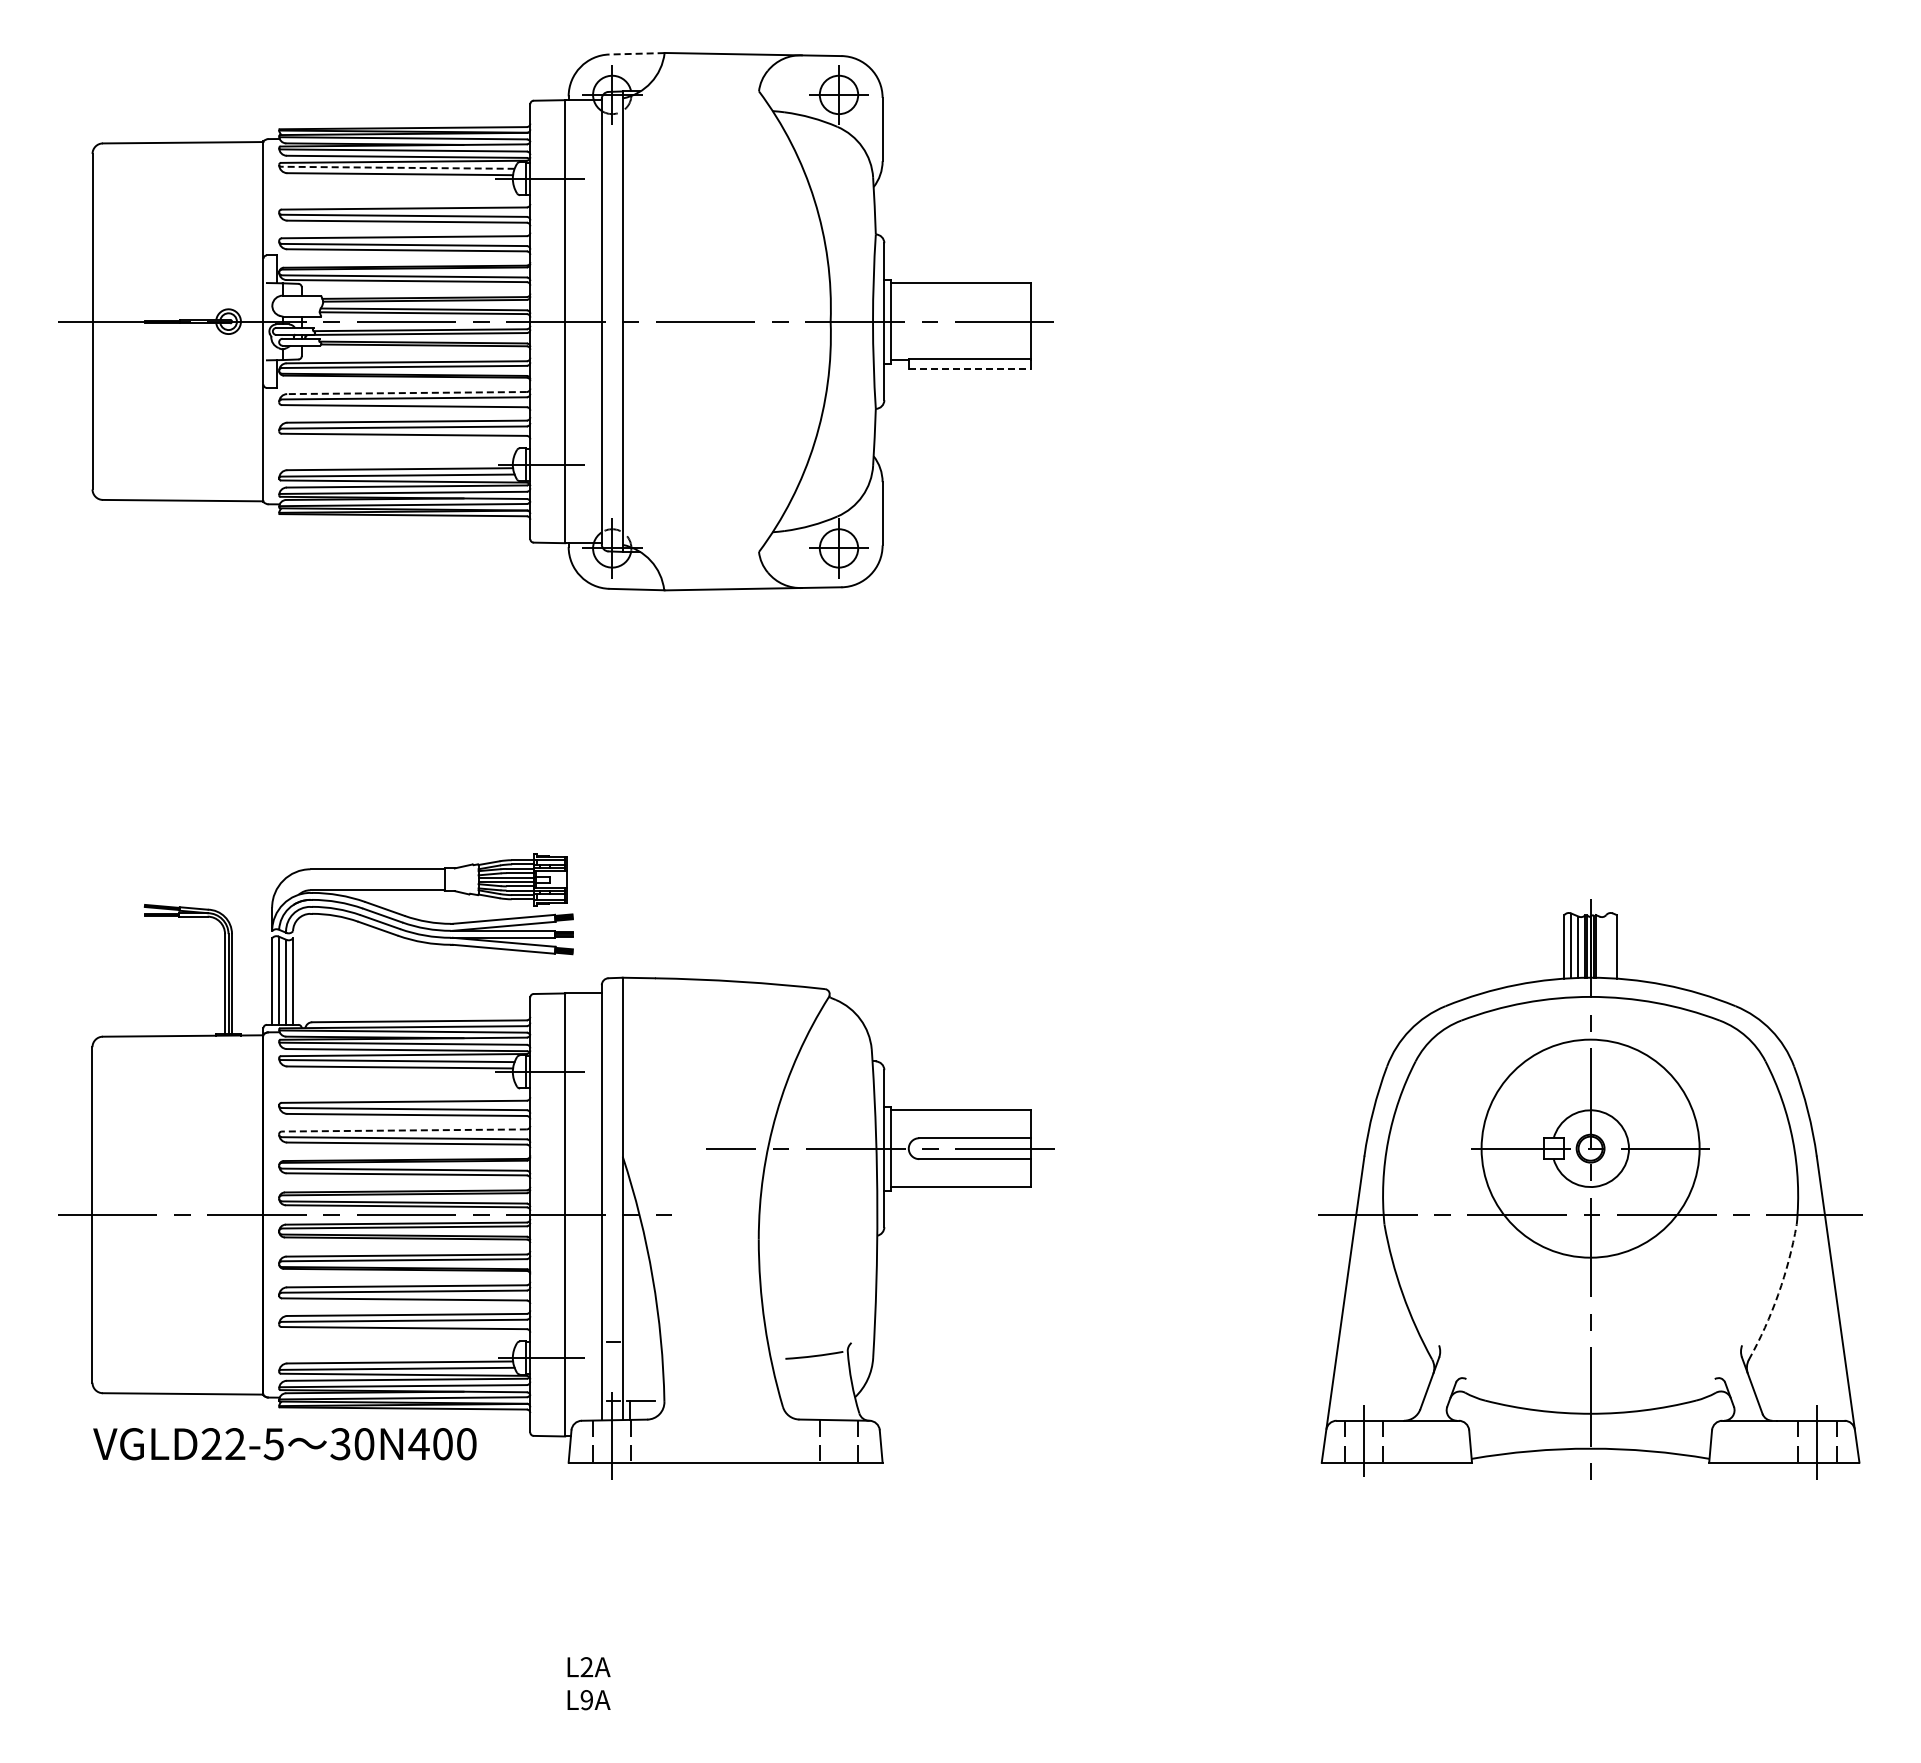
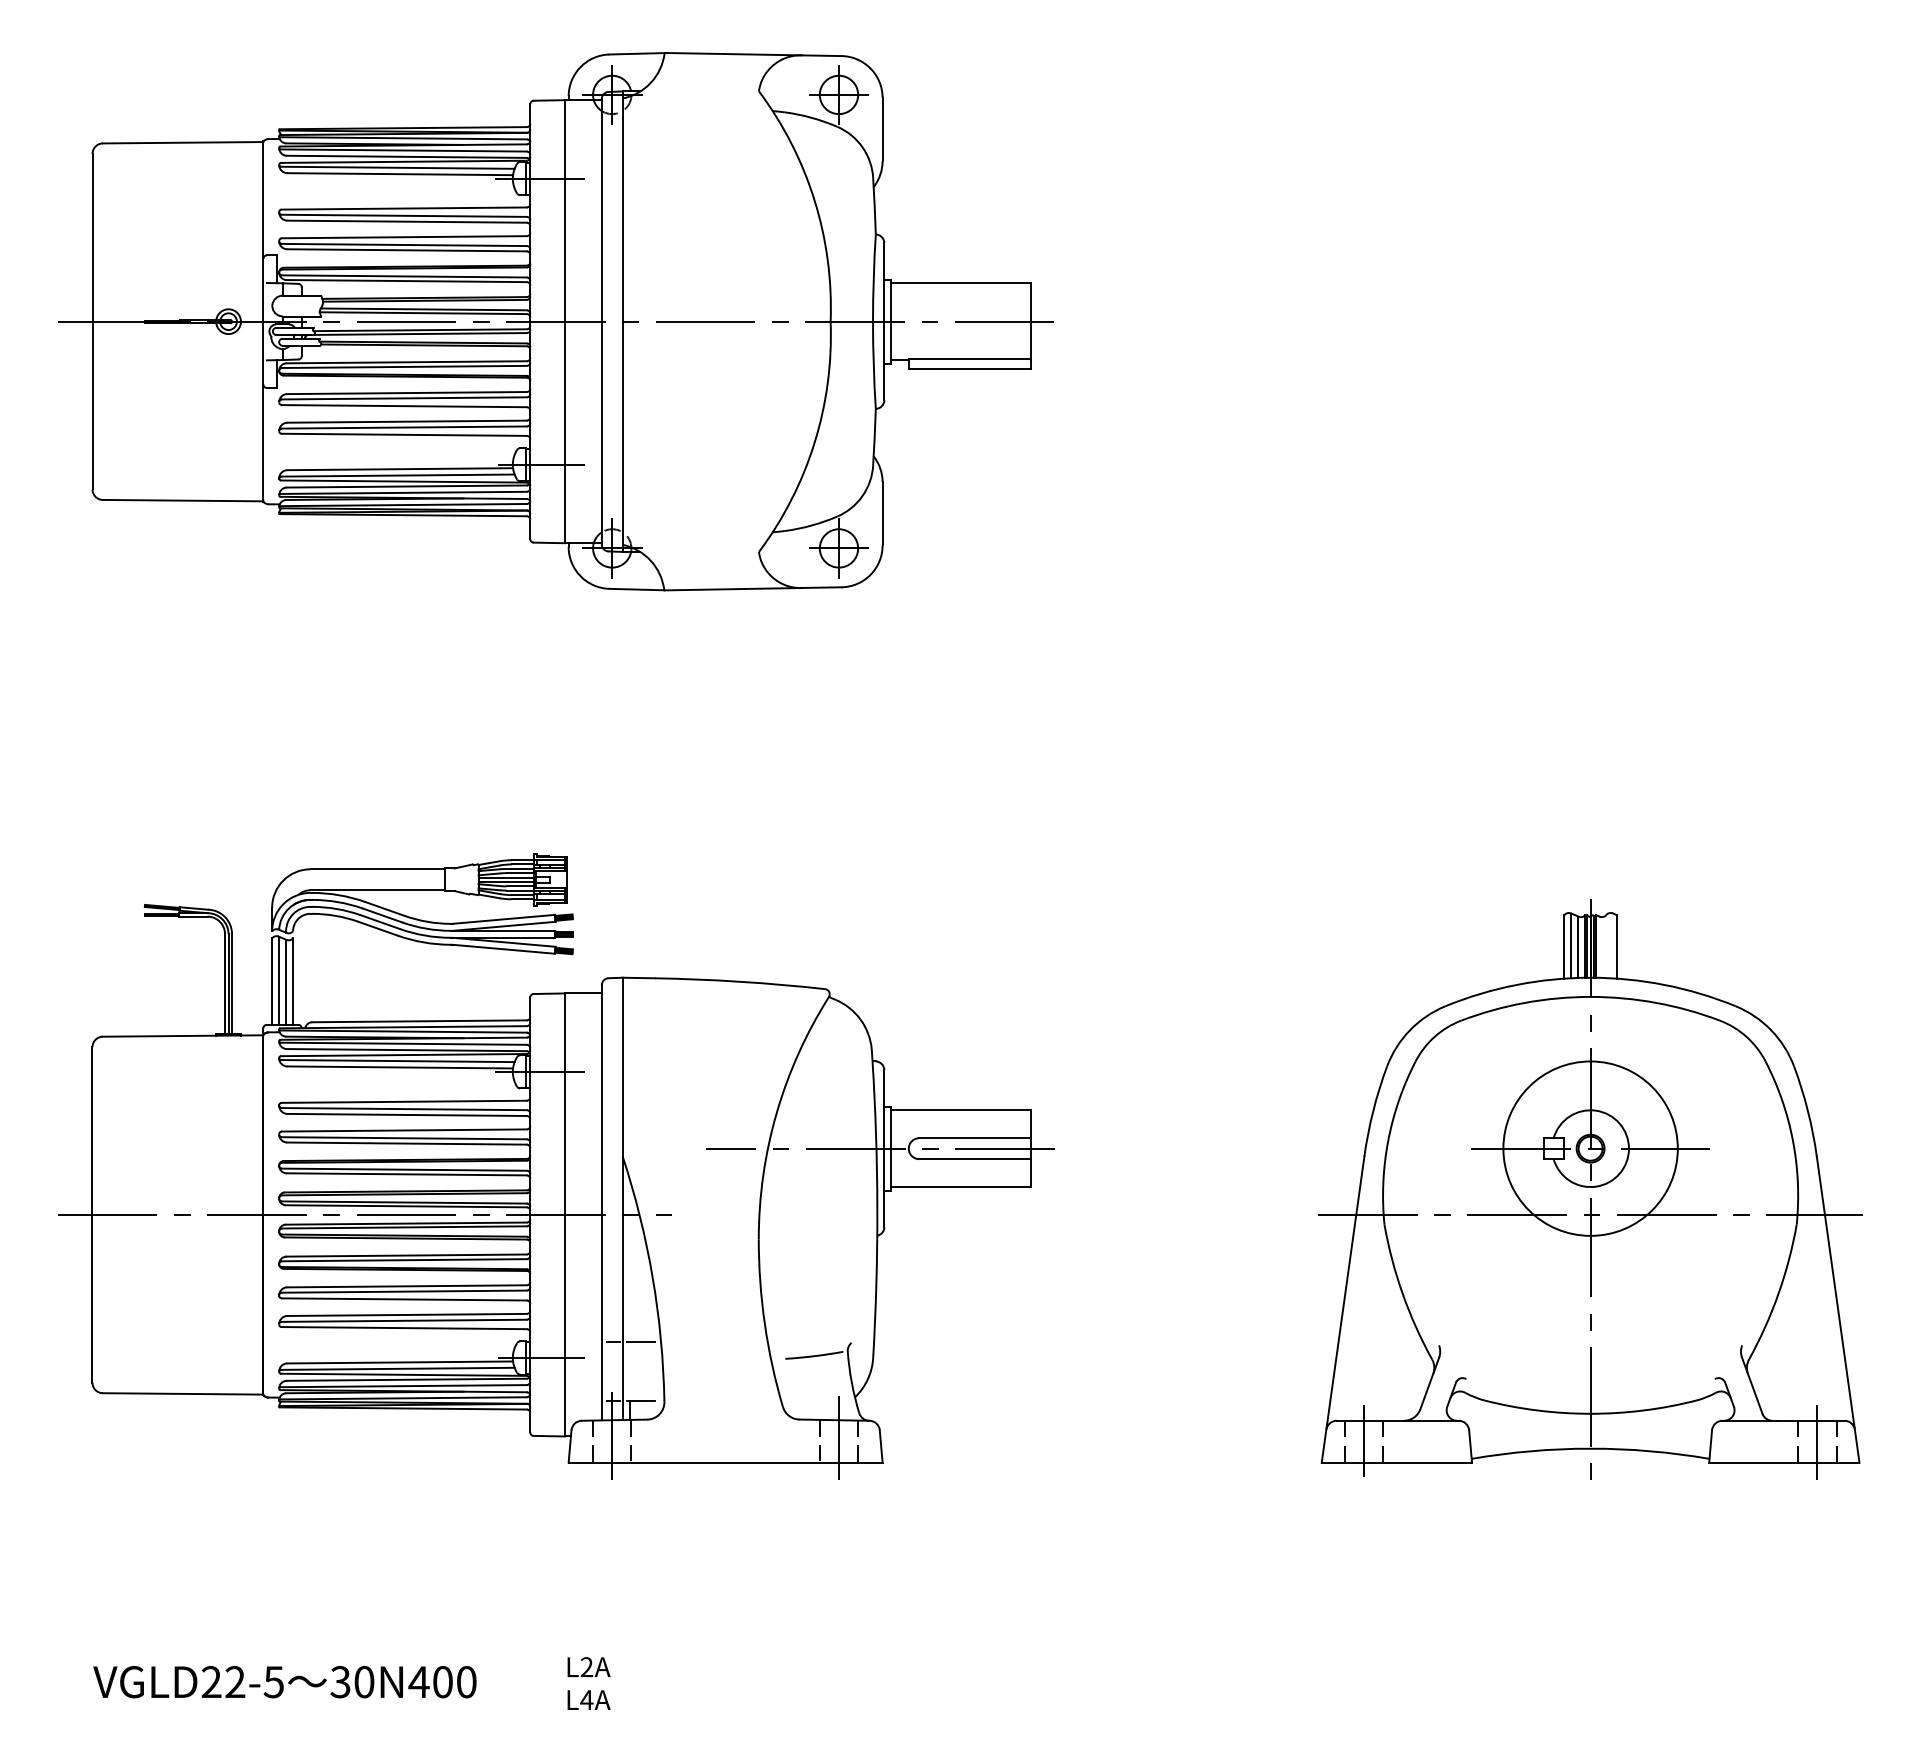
line at (637, 53): dashed -> solid
line at (397, 167): dashed -> solid
line at (970, 368): dashed -> solid
line at (407, 393): dashed -> solid
line at (403, 1130): dashed -> solid
circle at (1590, 1148) diameter: 218 px -> 174 px
arc at (1778, 1294): dashed -> solid
line at (640, 1342): none -> present
line at (839, 1437): none -> present
text at (284, 1444) position: (284, 1444) -> (284, 1682)
text at (586, 1700): L9A -> L4A
